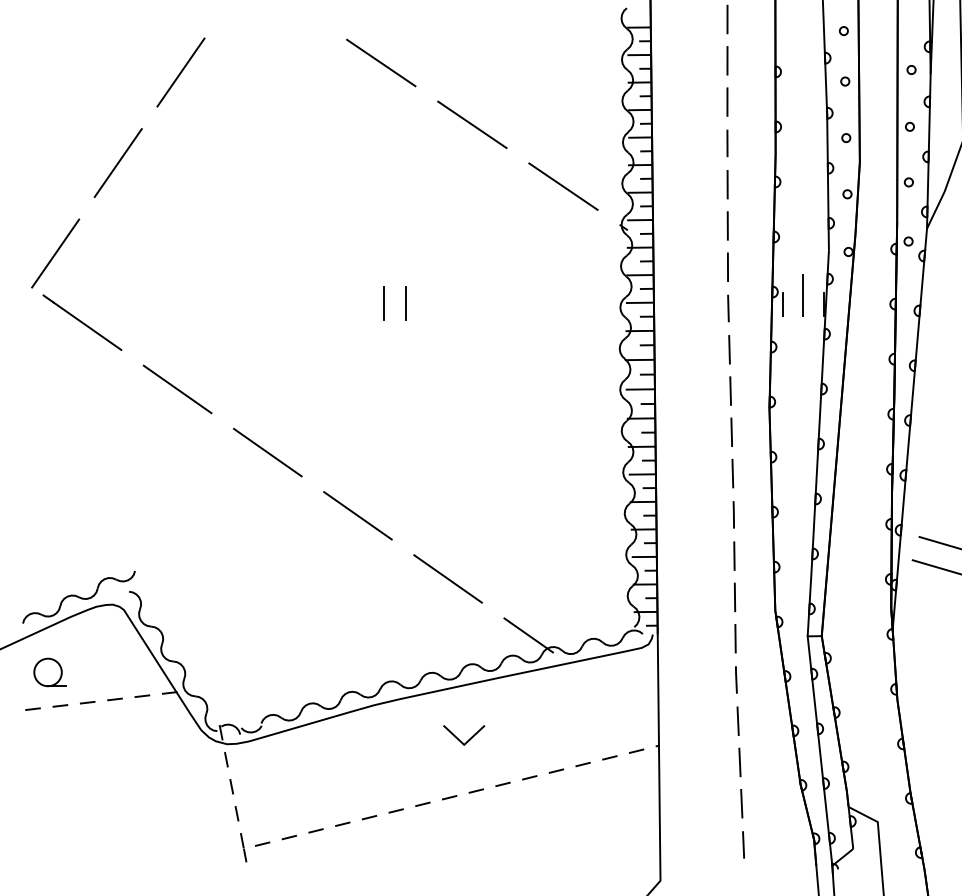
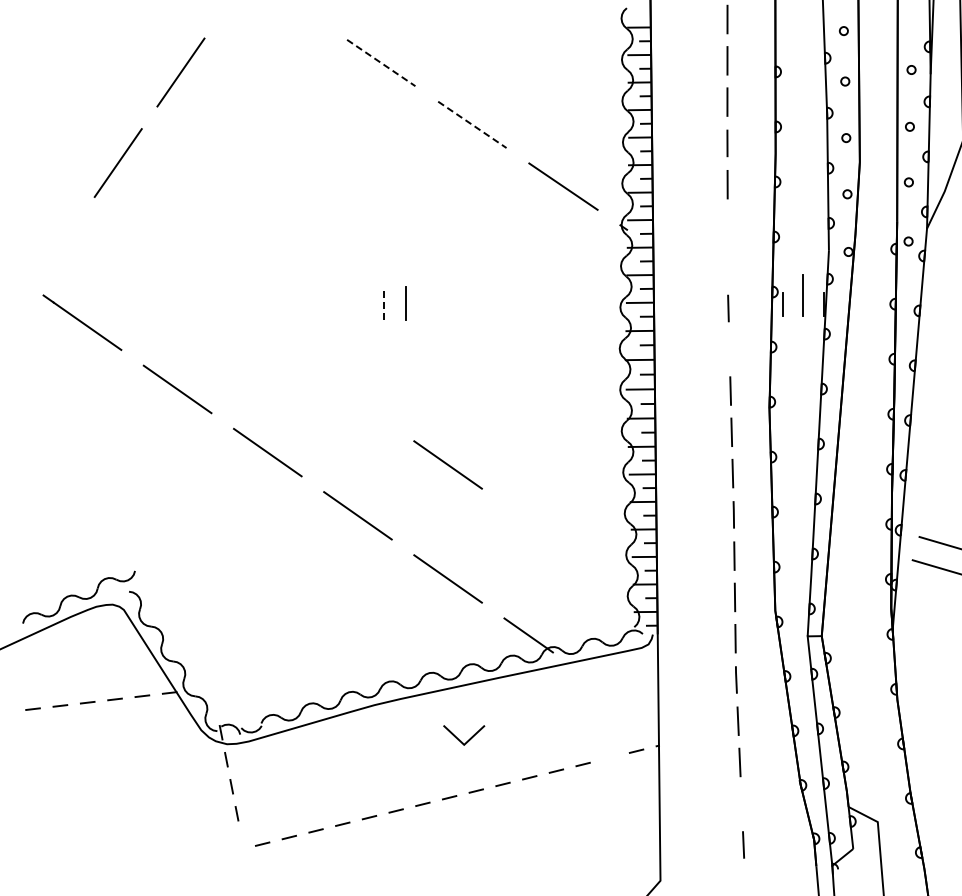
line at (381, 63): solid -> dashed
line at (472, 125): solid -> dashed
line at (727, 225): present -> none
line at (55, 253): present -> none
line at (727, 267): present -> none
line at (384, 303): solid -> dashed
line at (729, 349): present -> none
line at (447, 464): none -> present
part at (49, 672): present -> none
line at (609, 757): present -> none
line at (741, 803): present -> none
line at (243, 847): present -> none
